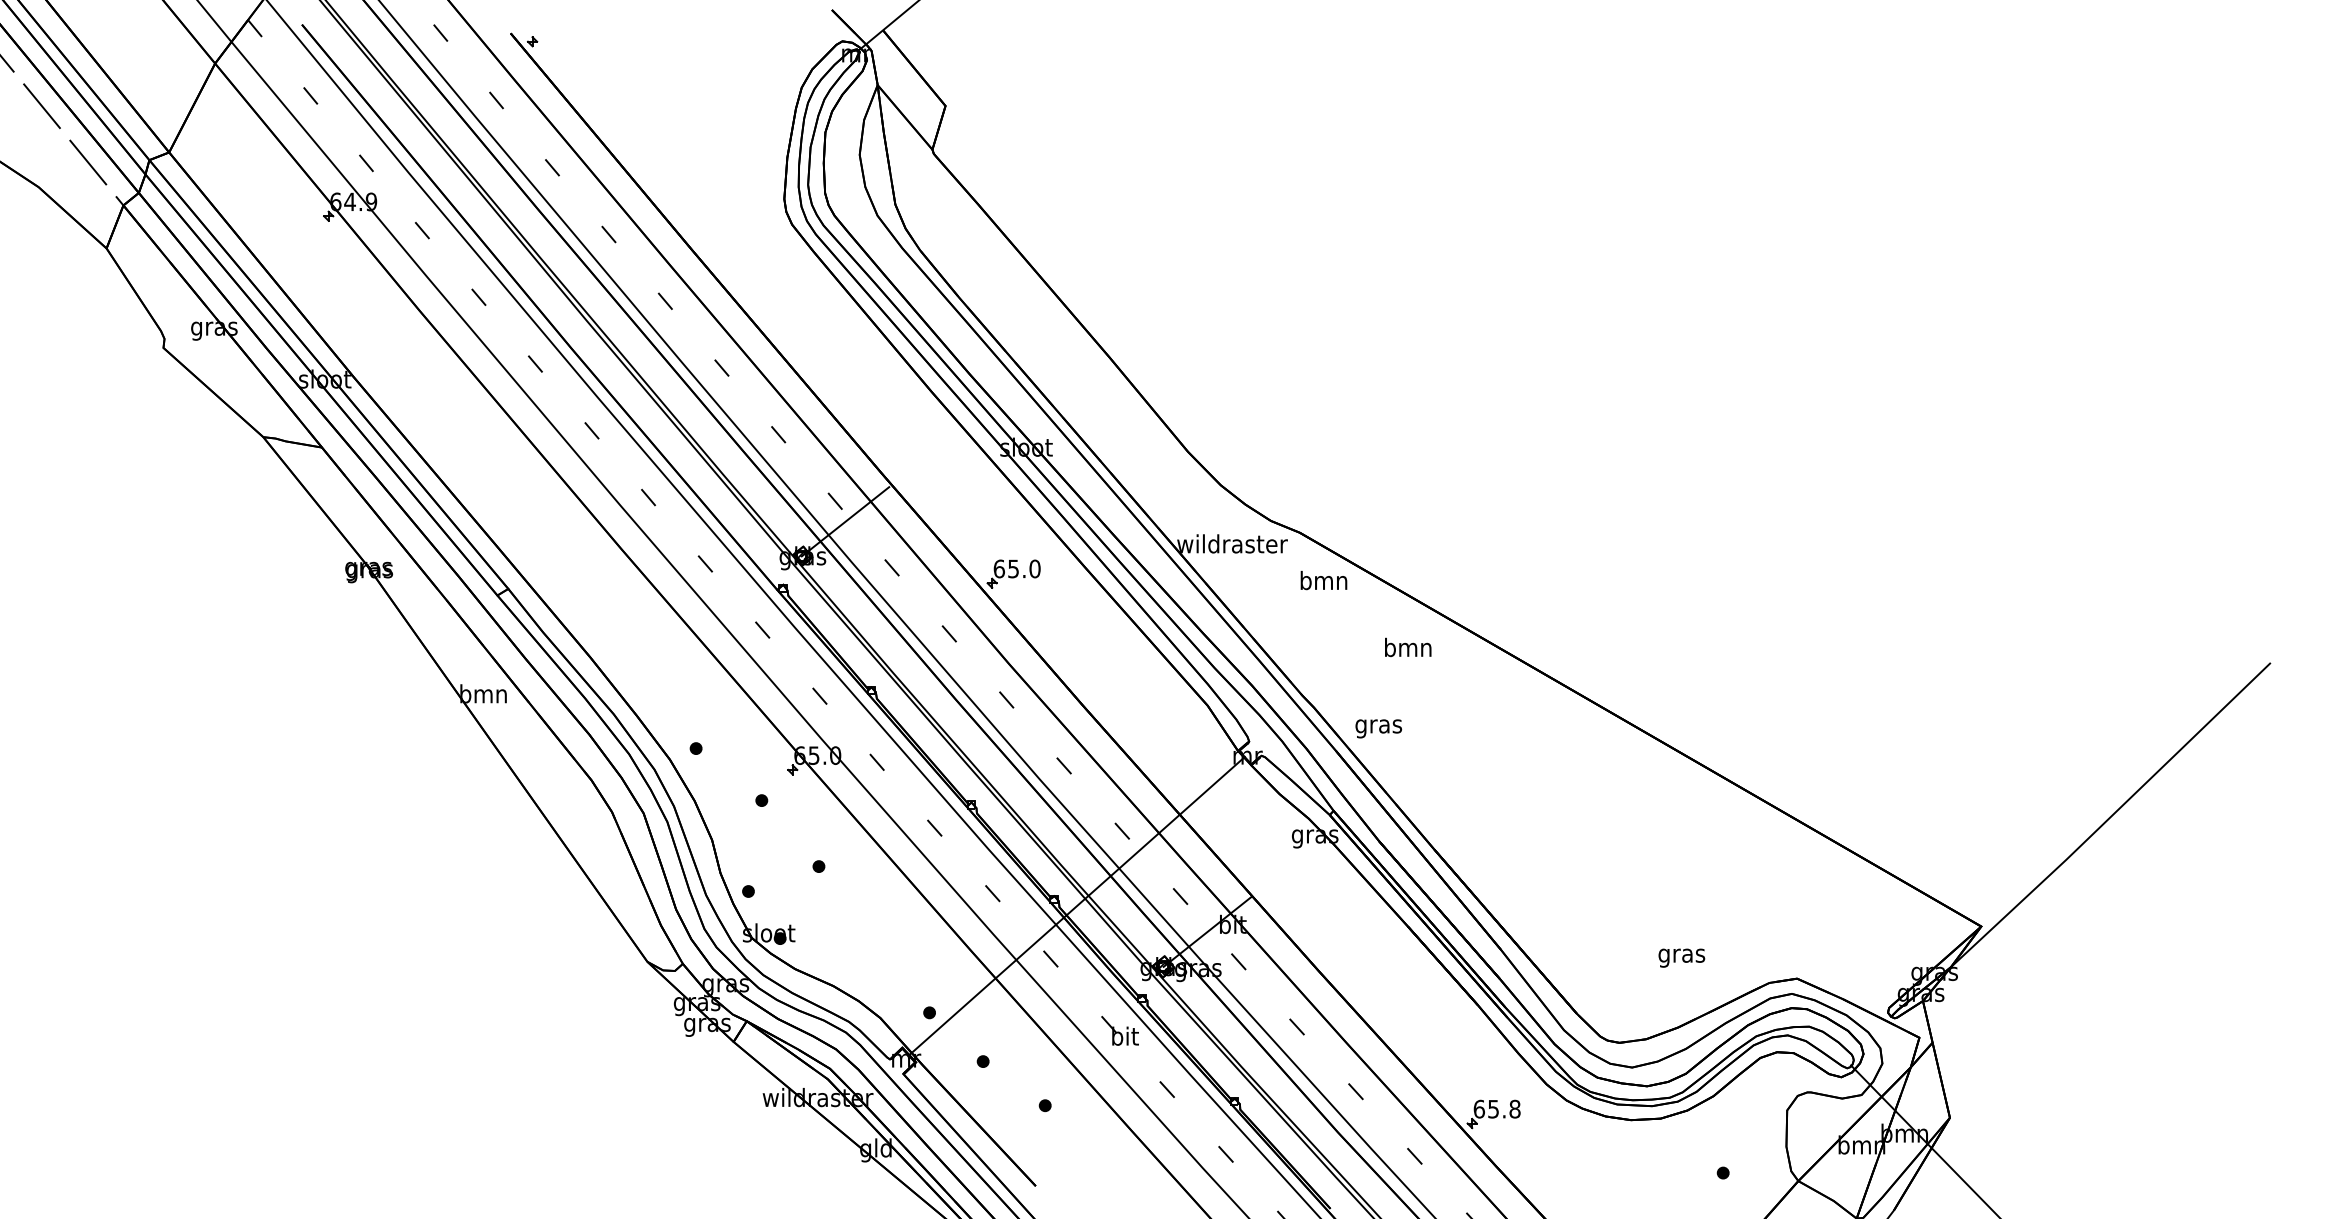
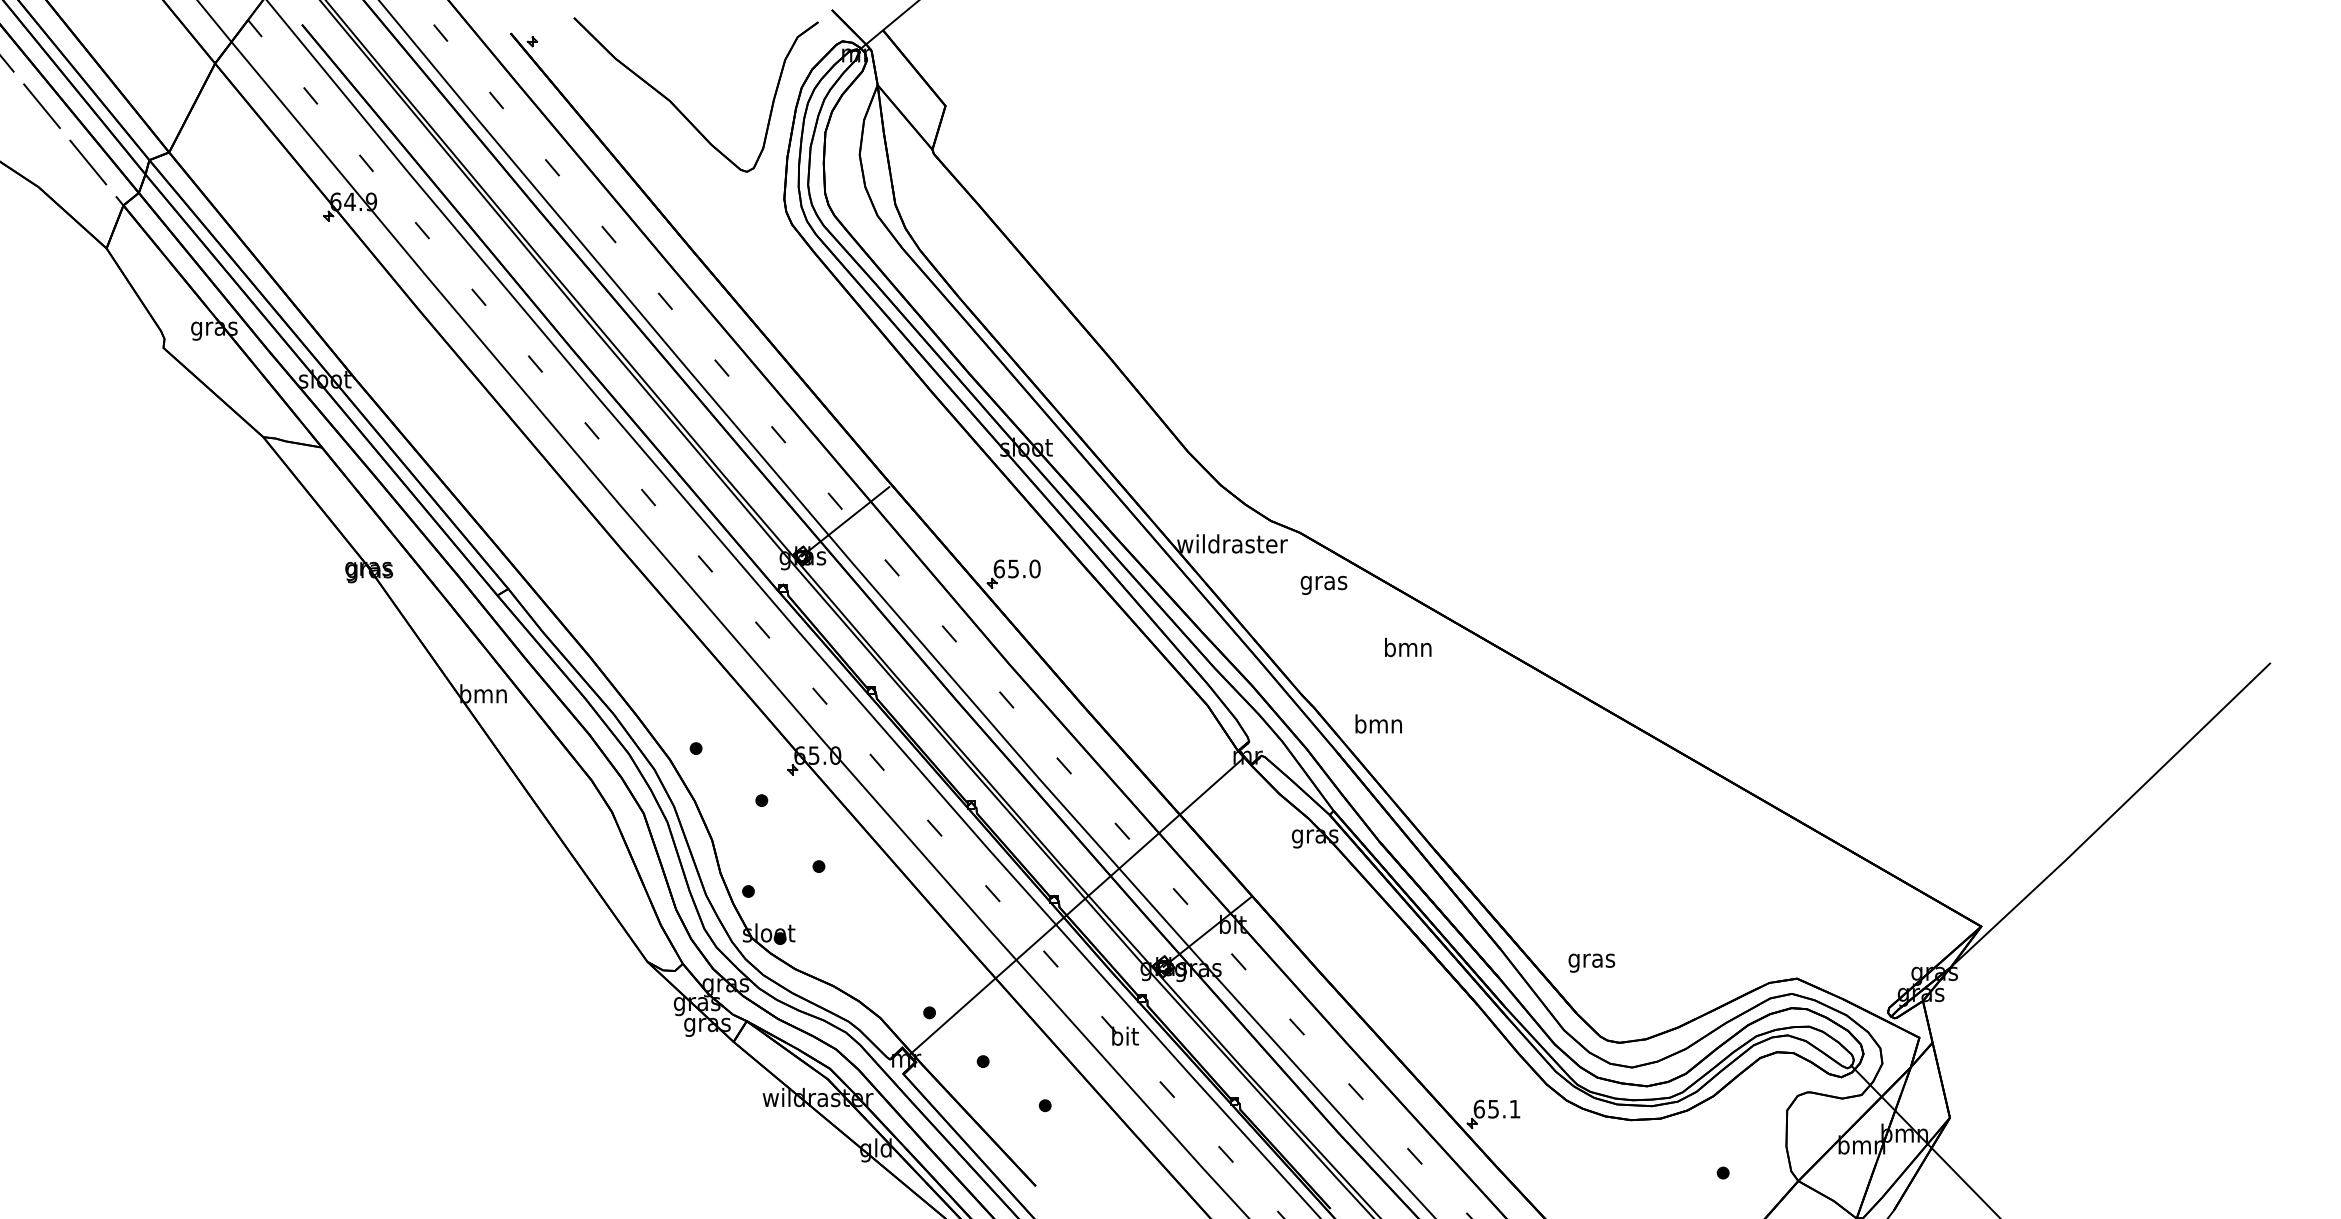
part at (679, 109): none -> present
text at (1323, 582): bmn -> gras
text at (1378, 726): gras -> bmn
text at (1681, 957) position: (1681, 957) -> (1591, 962)
text at (1514, 1108): 65.8 -> 65.1
